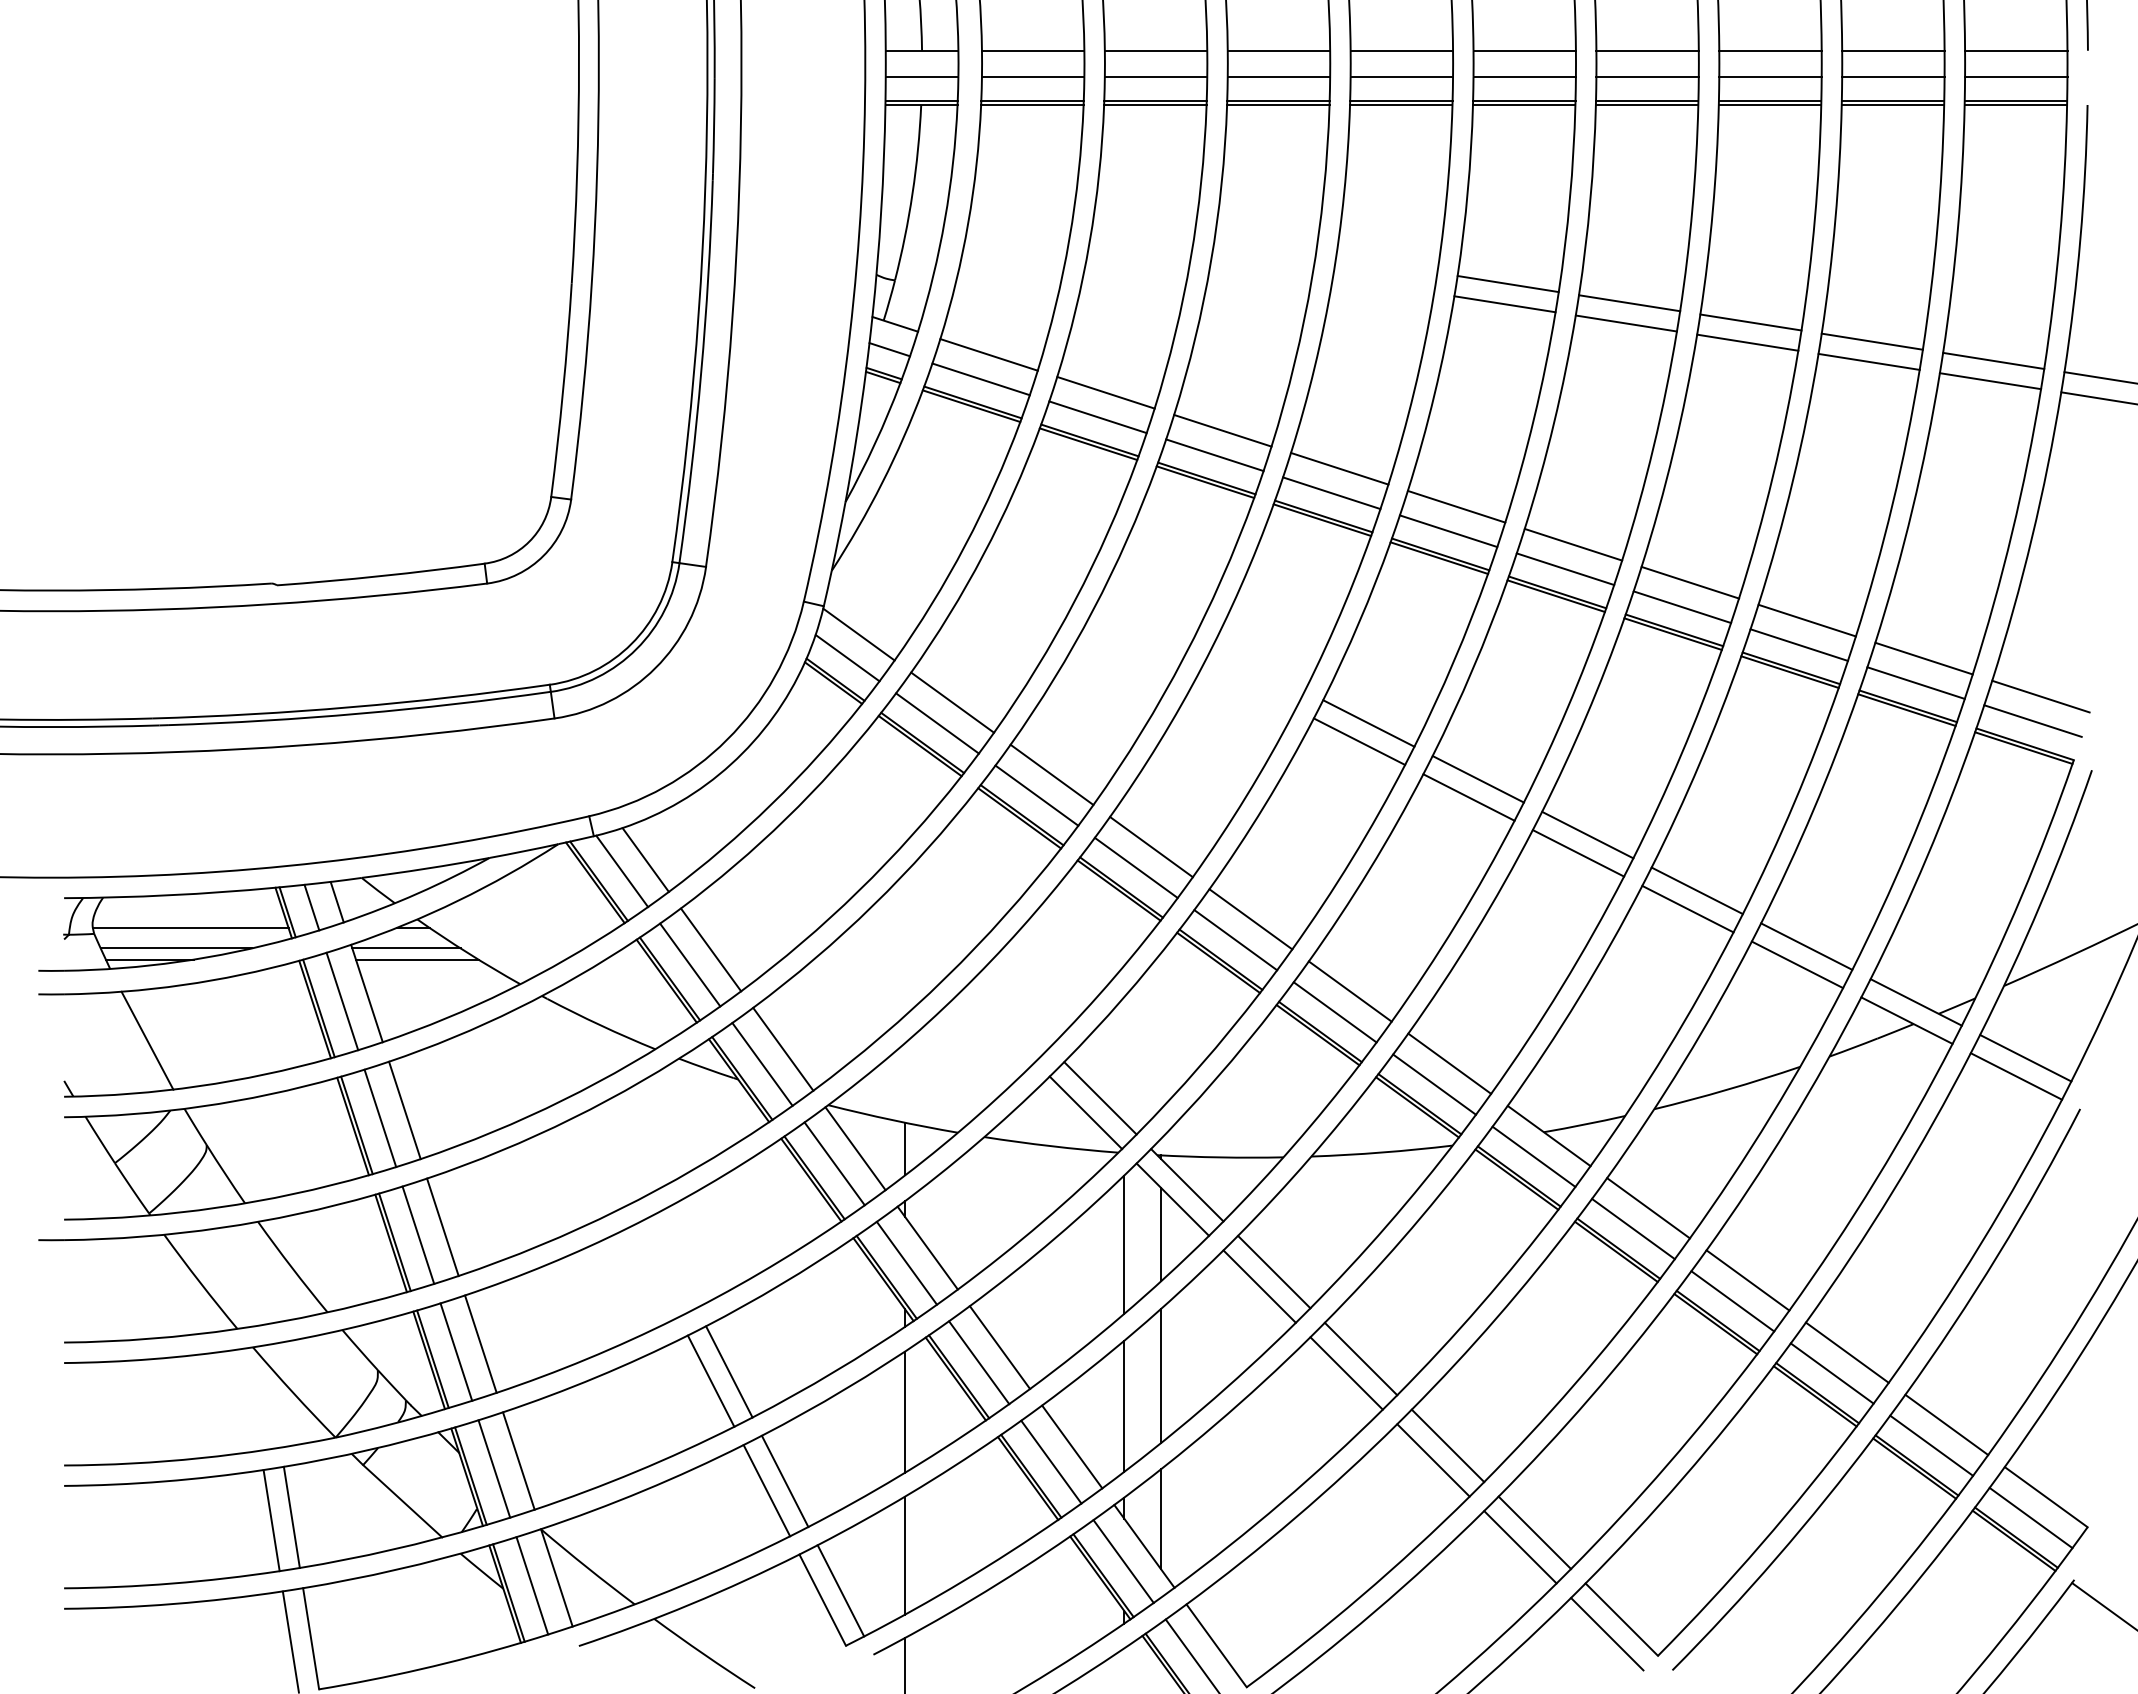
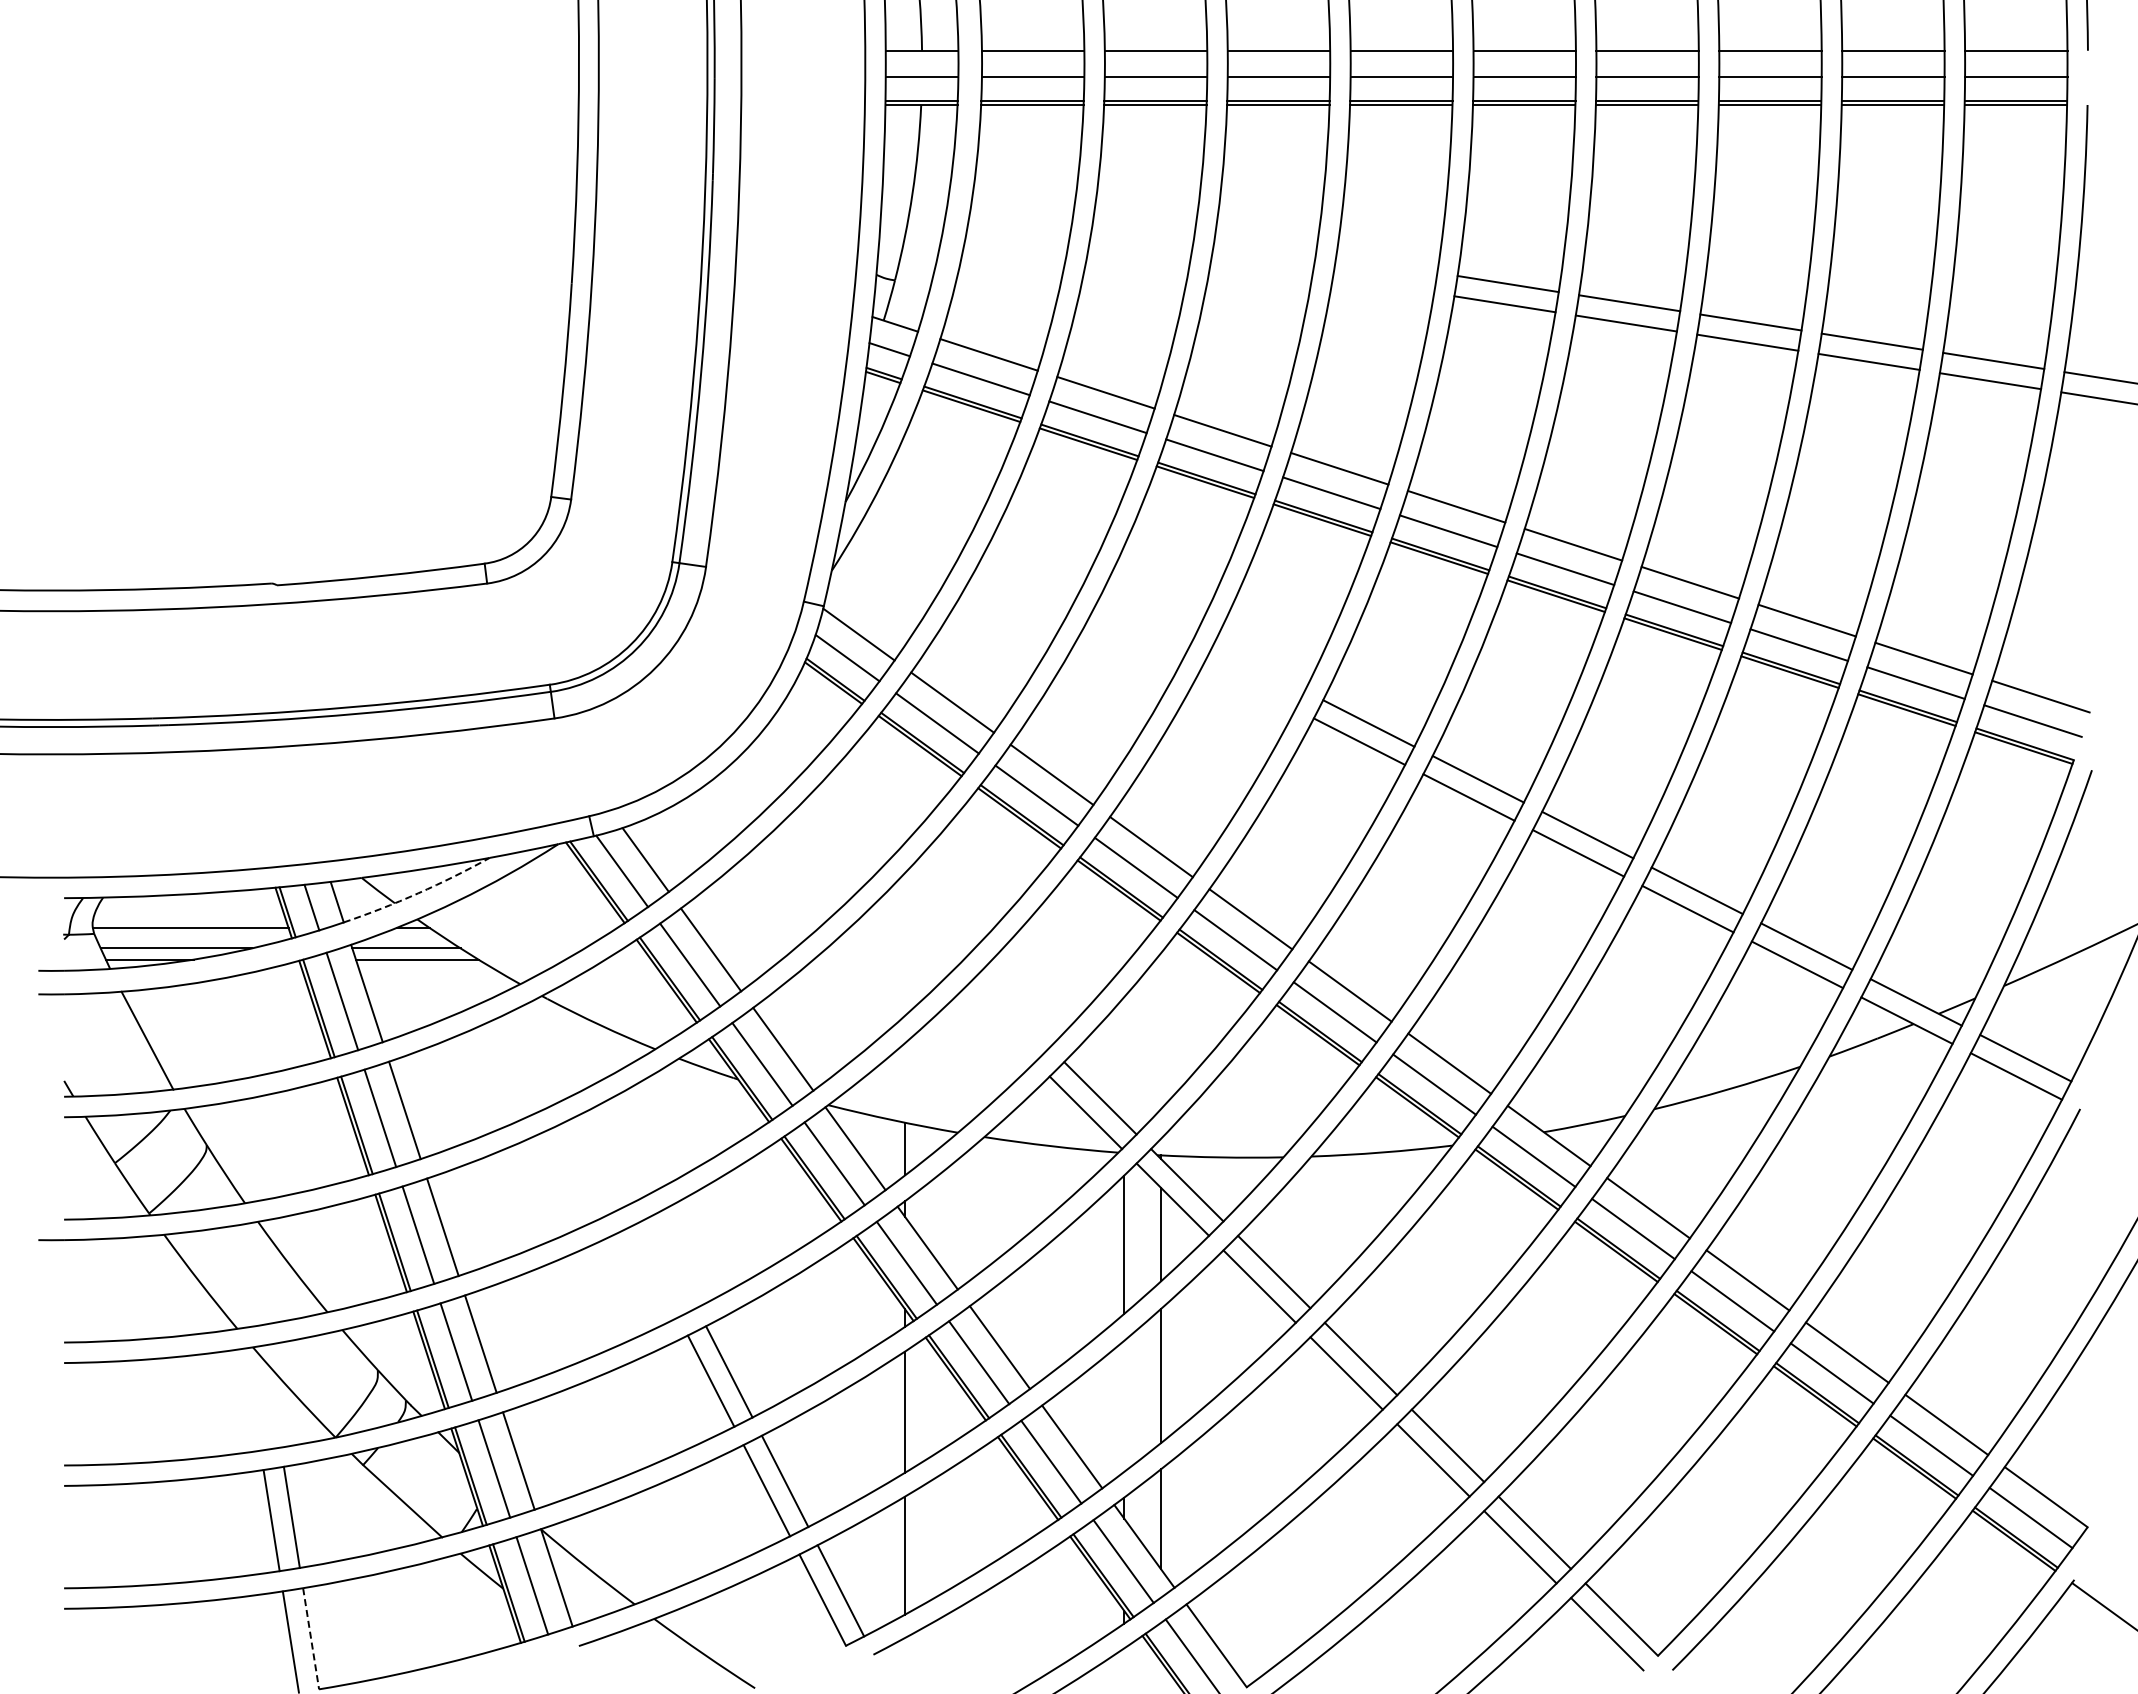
arc at (418, 893): solid -> dashed
line at (1124, 1405): present -> none
line at (311, 1639): solid -> dashed
line at (905, 1663): present -> none
